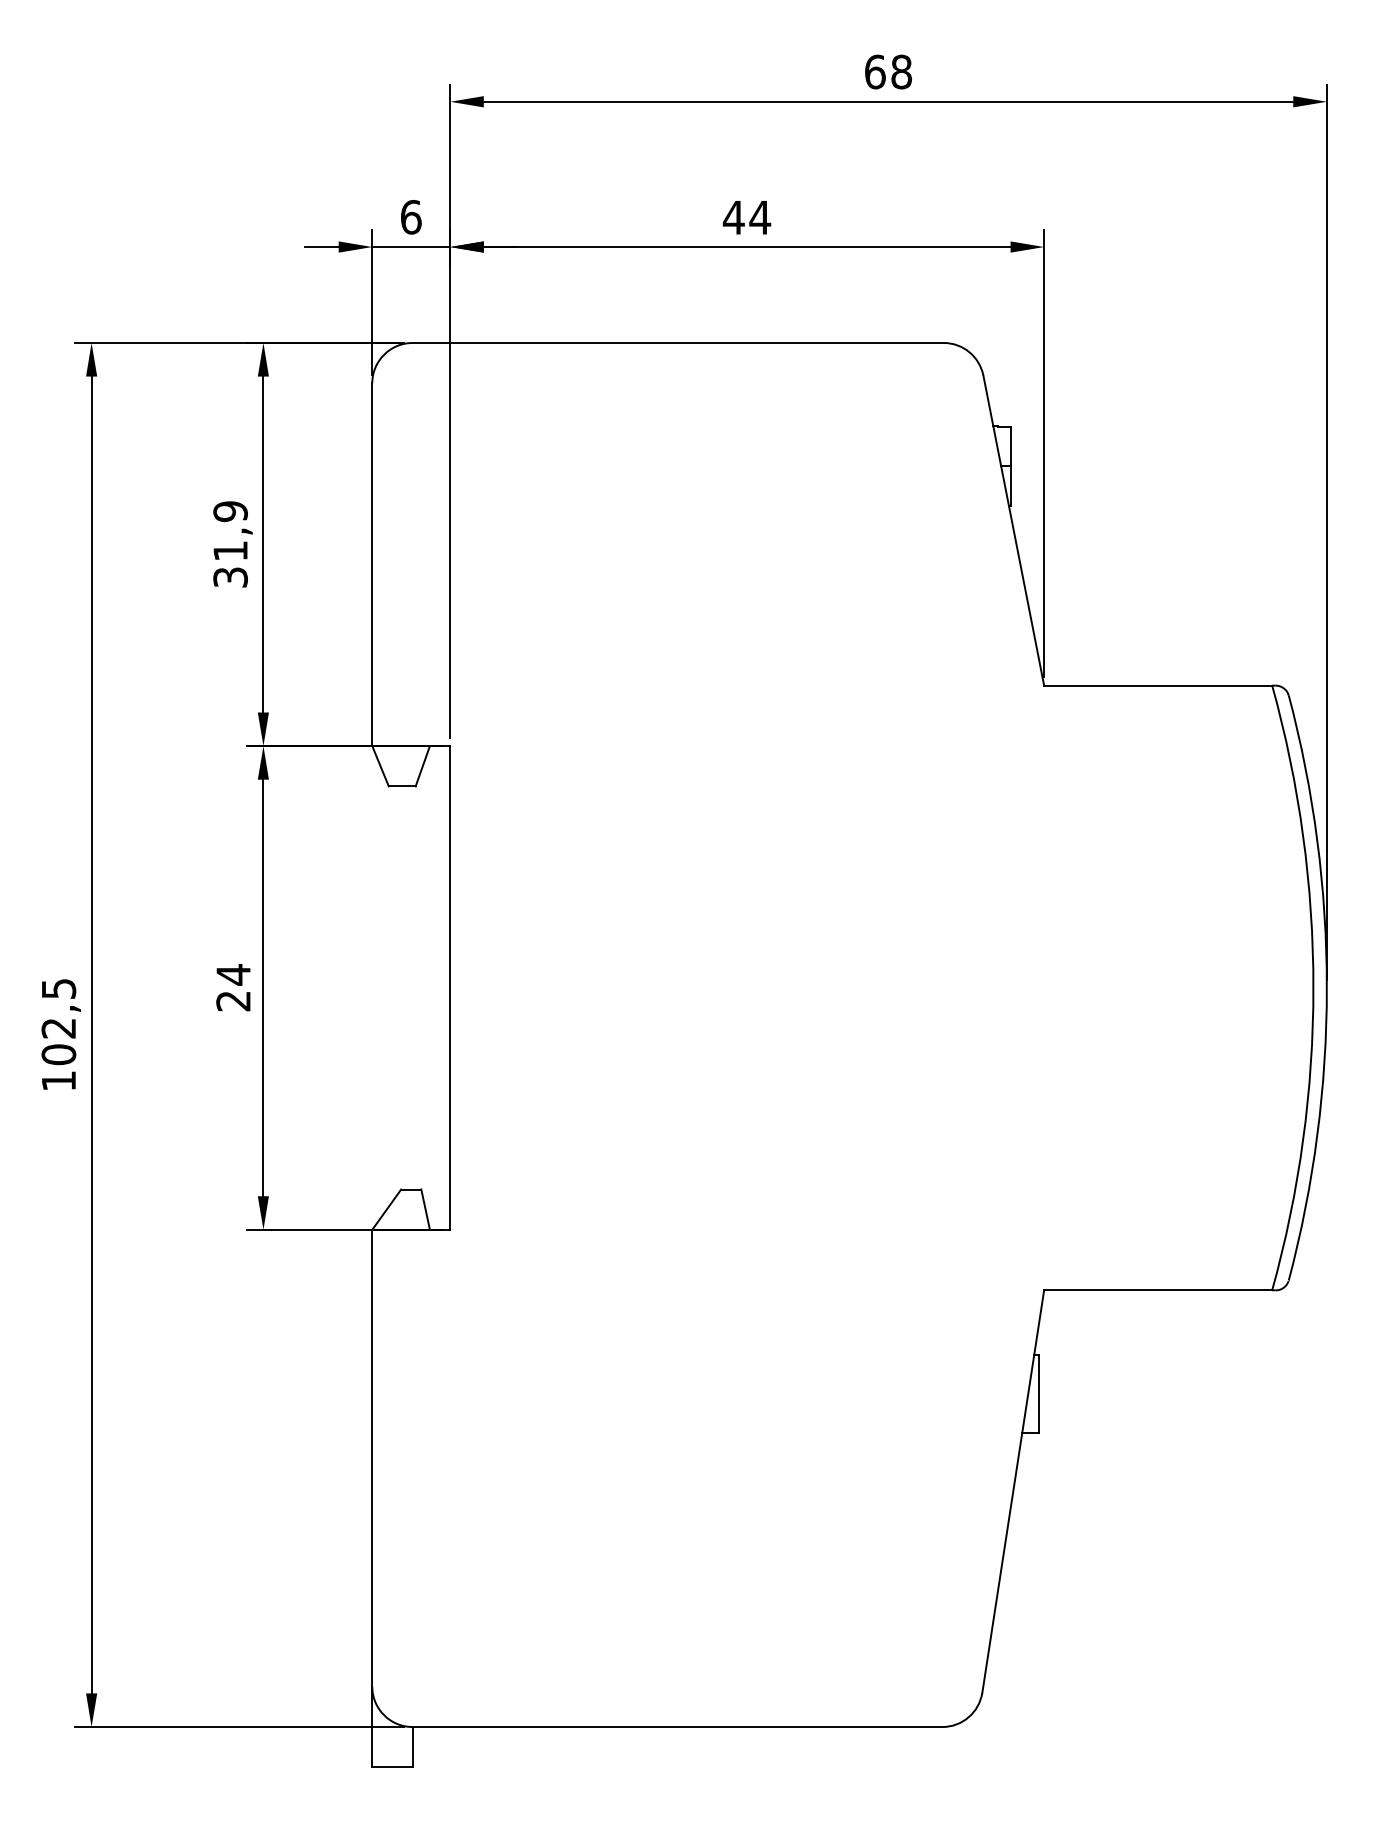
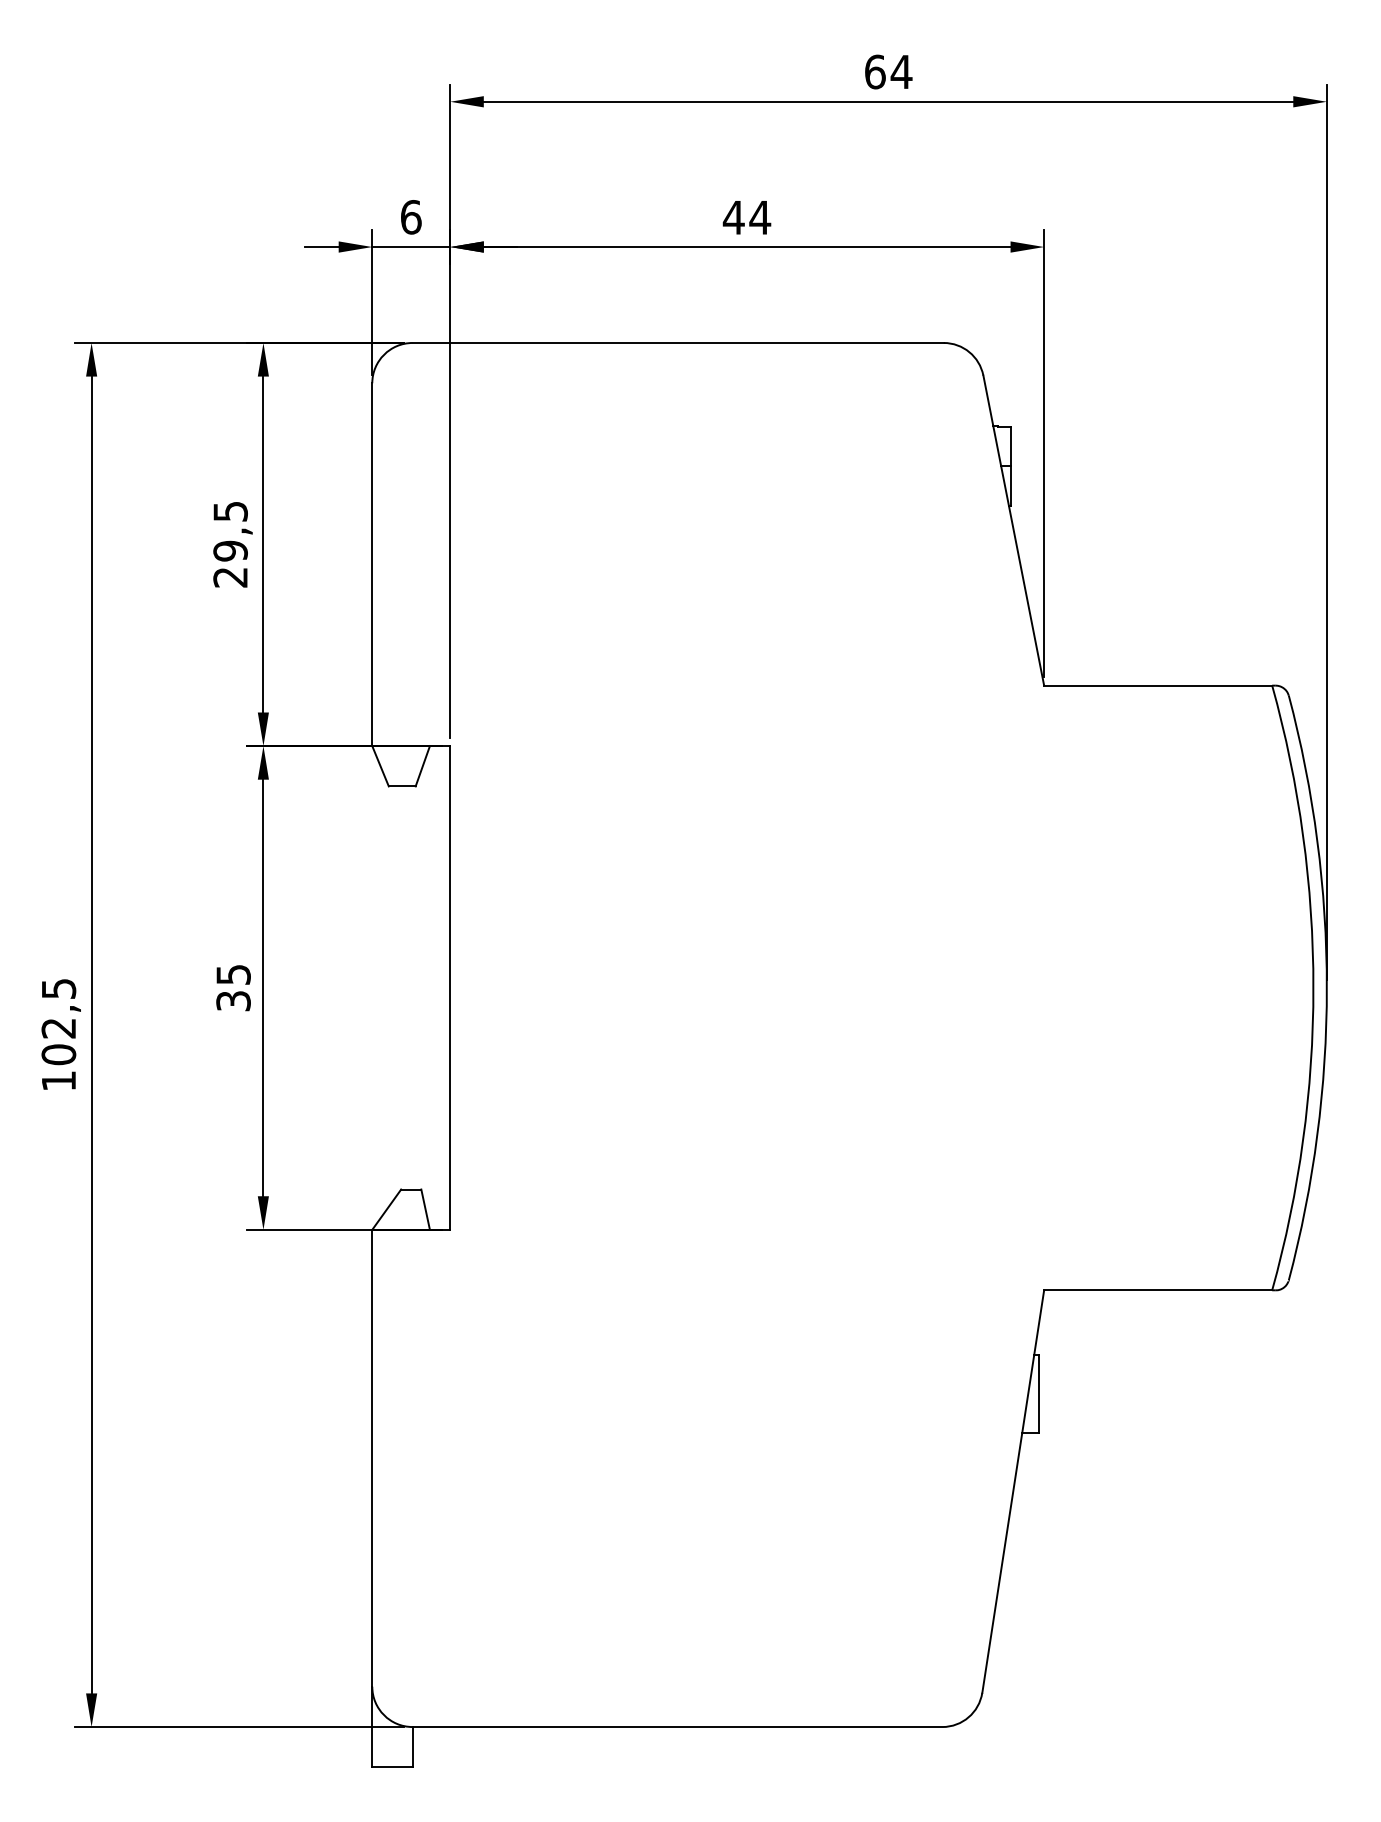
text at (901, 71): 68 -> 64
text at (230, 544): 31,9 -> 29,5
text at (233, 987): 24 -> 35
